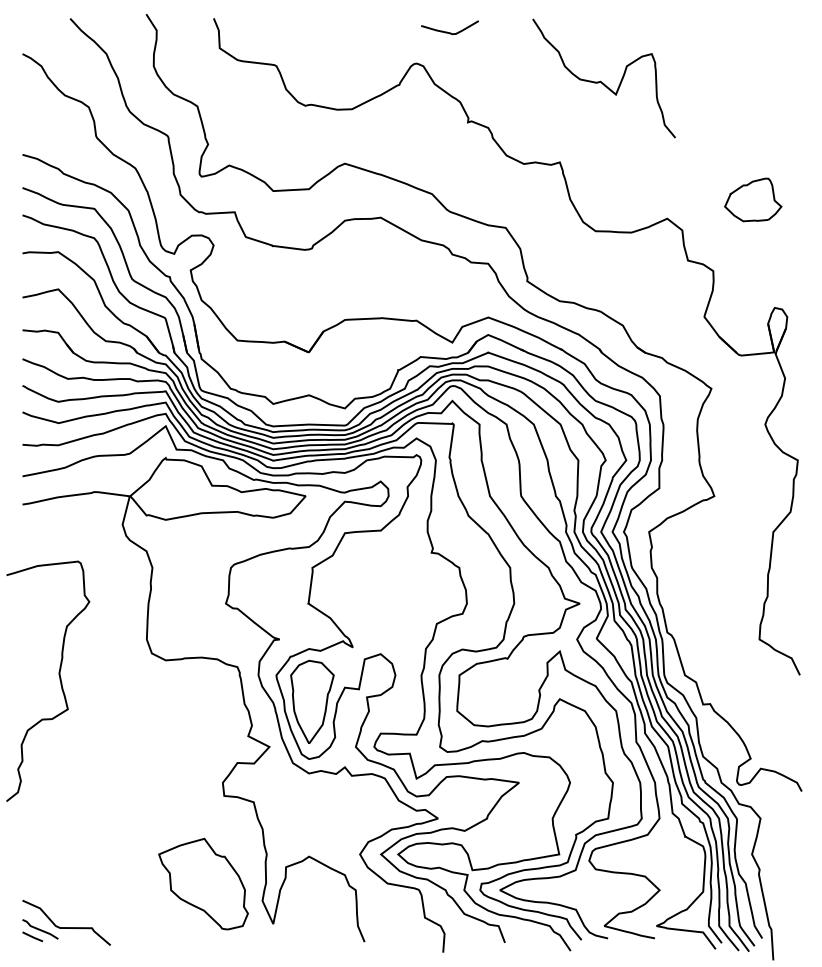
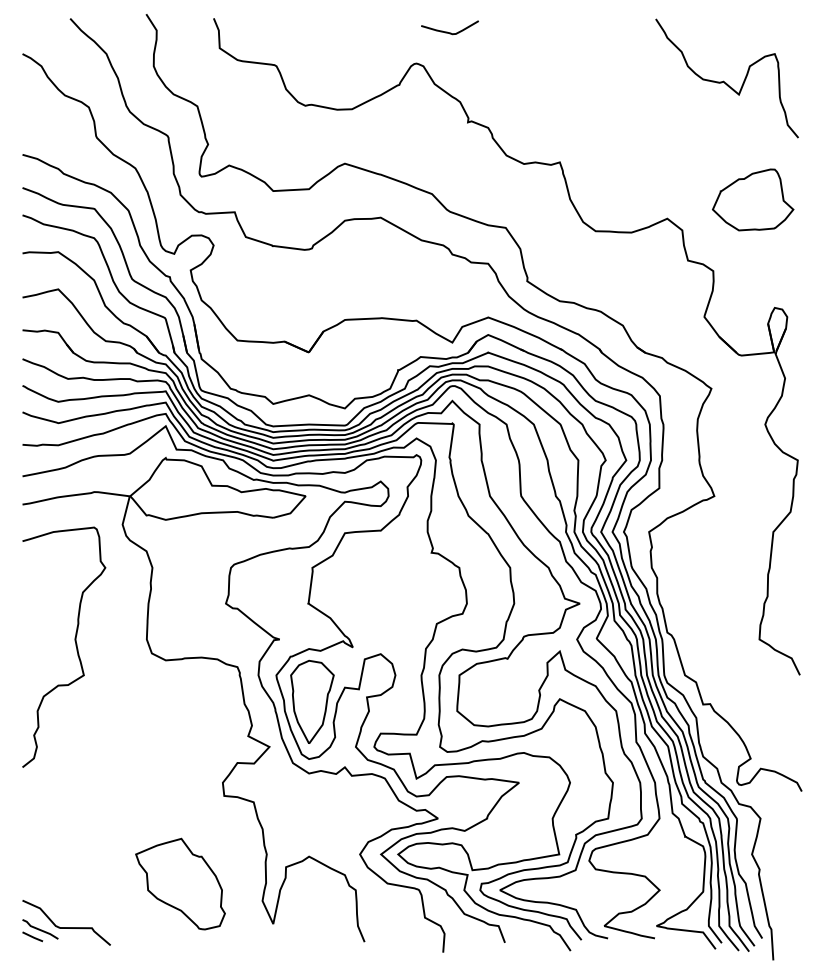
curve at (600, 80) position: (600, 80) -> (723, 80)
part at (753, 199) size: 59x46 px -> 83x64 px
curve at (59, 680) position: (59, 680) -> (75, 646)
part at (203, 883) position: (203, 883) -> (180, 883)
